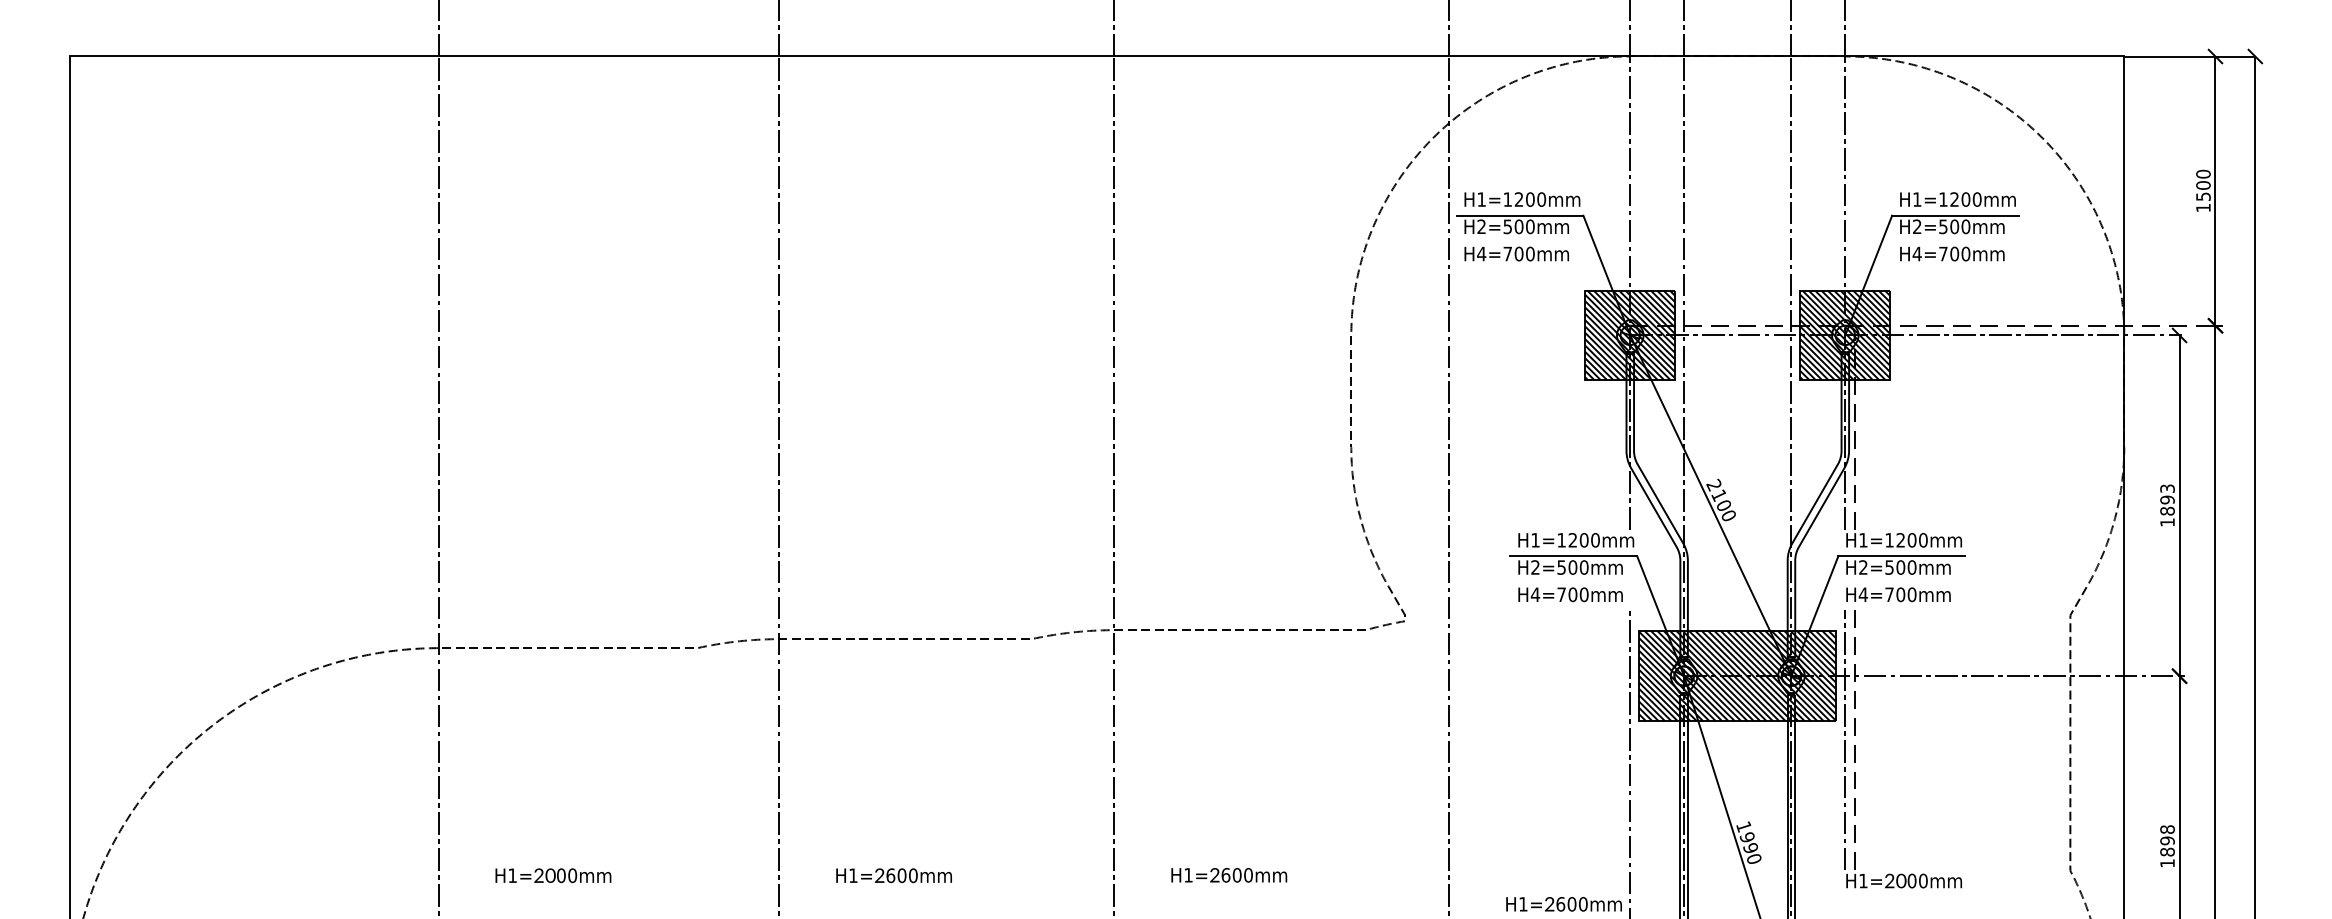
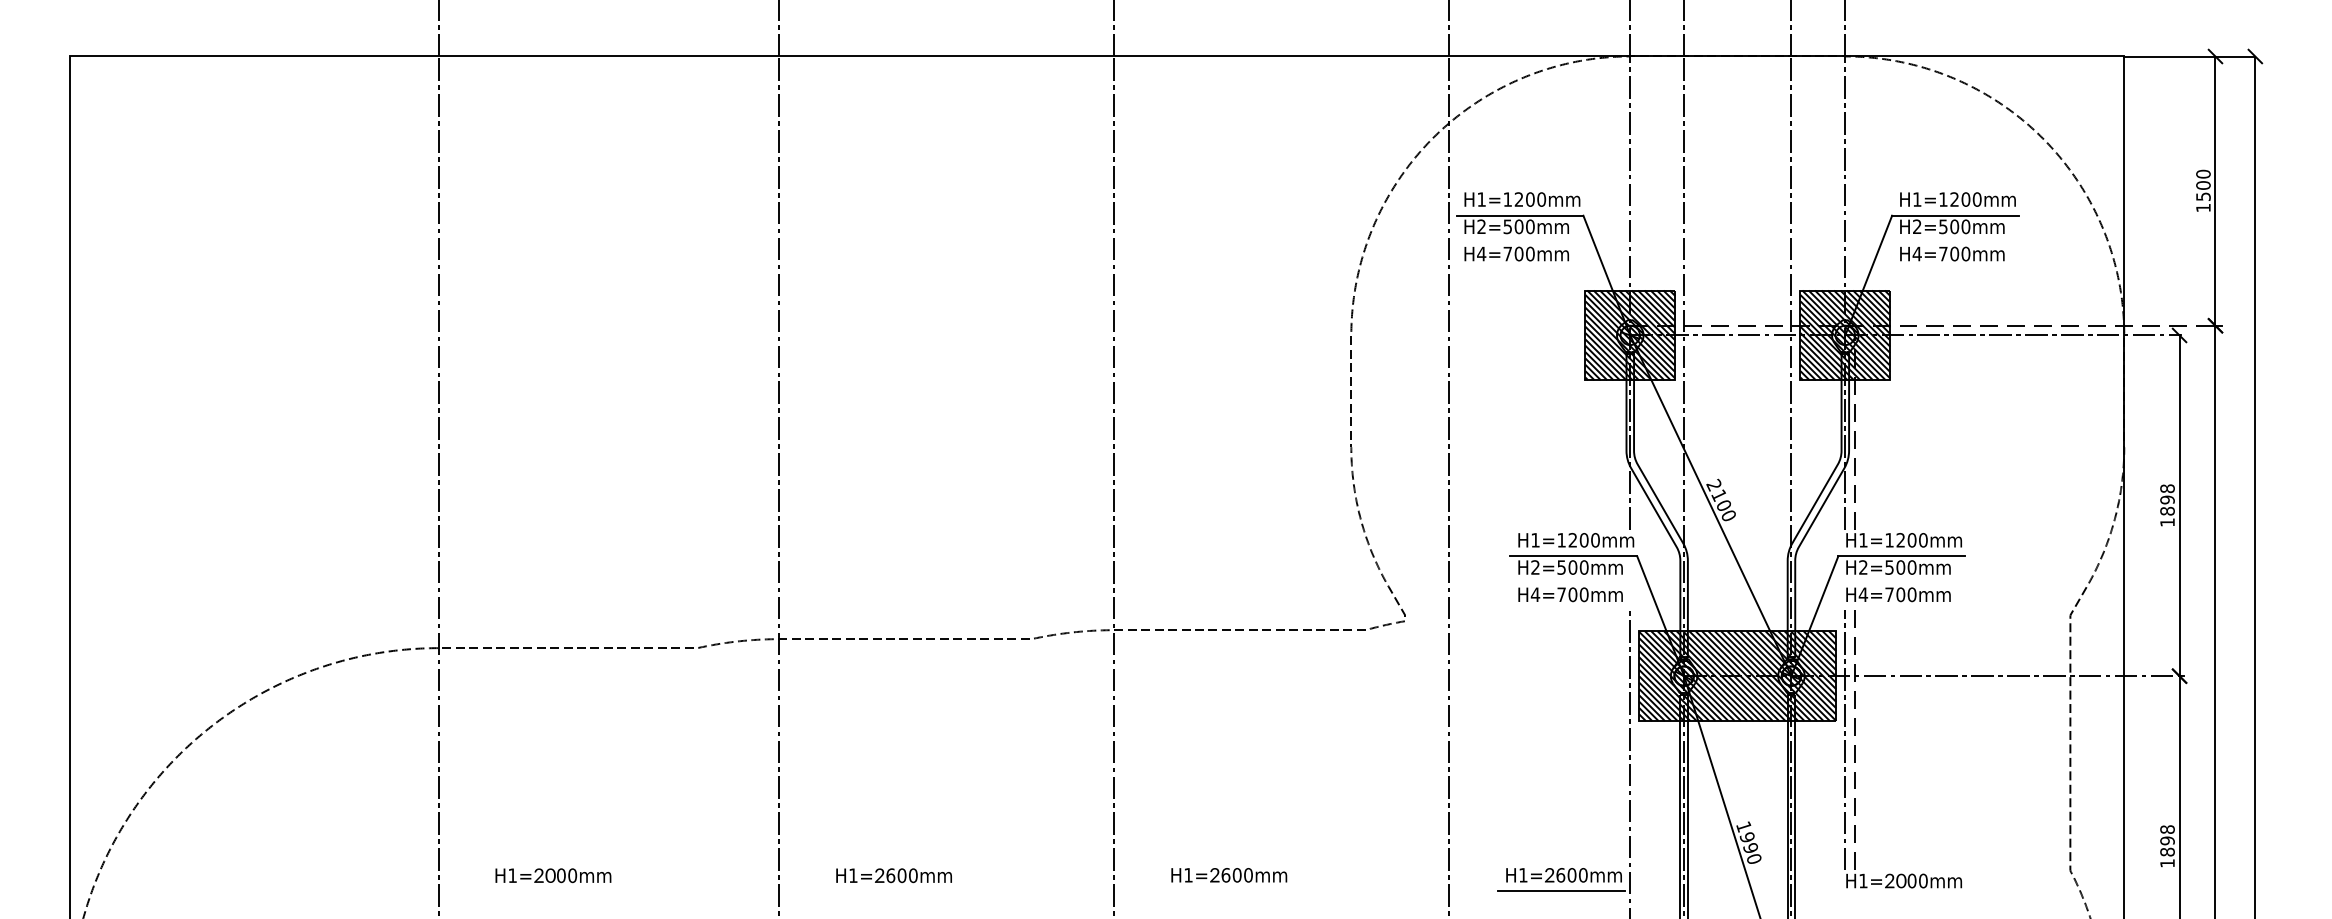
text at (2167, 488): 1893 -> 1898
line at (1561, 891): none -> present
text at (1563, 904) position: (1563, 904) -> (1563, 875)
